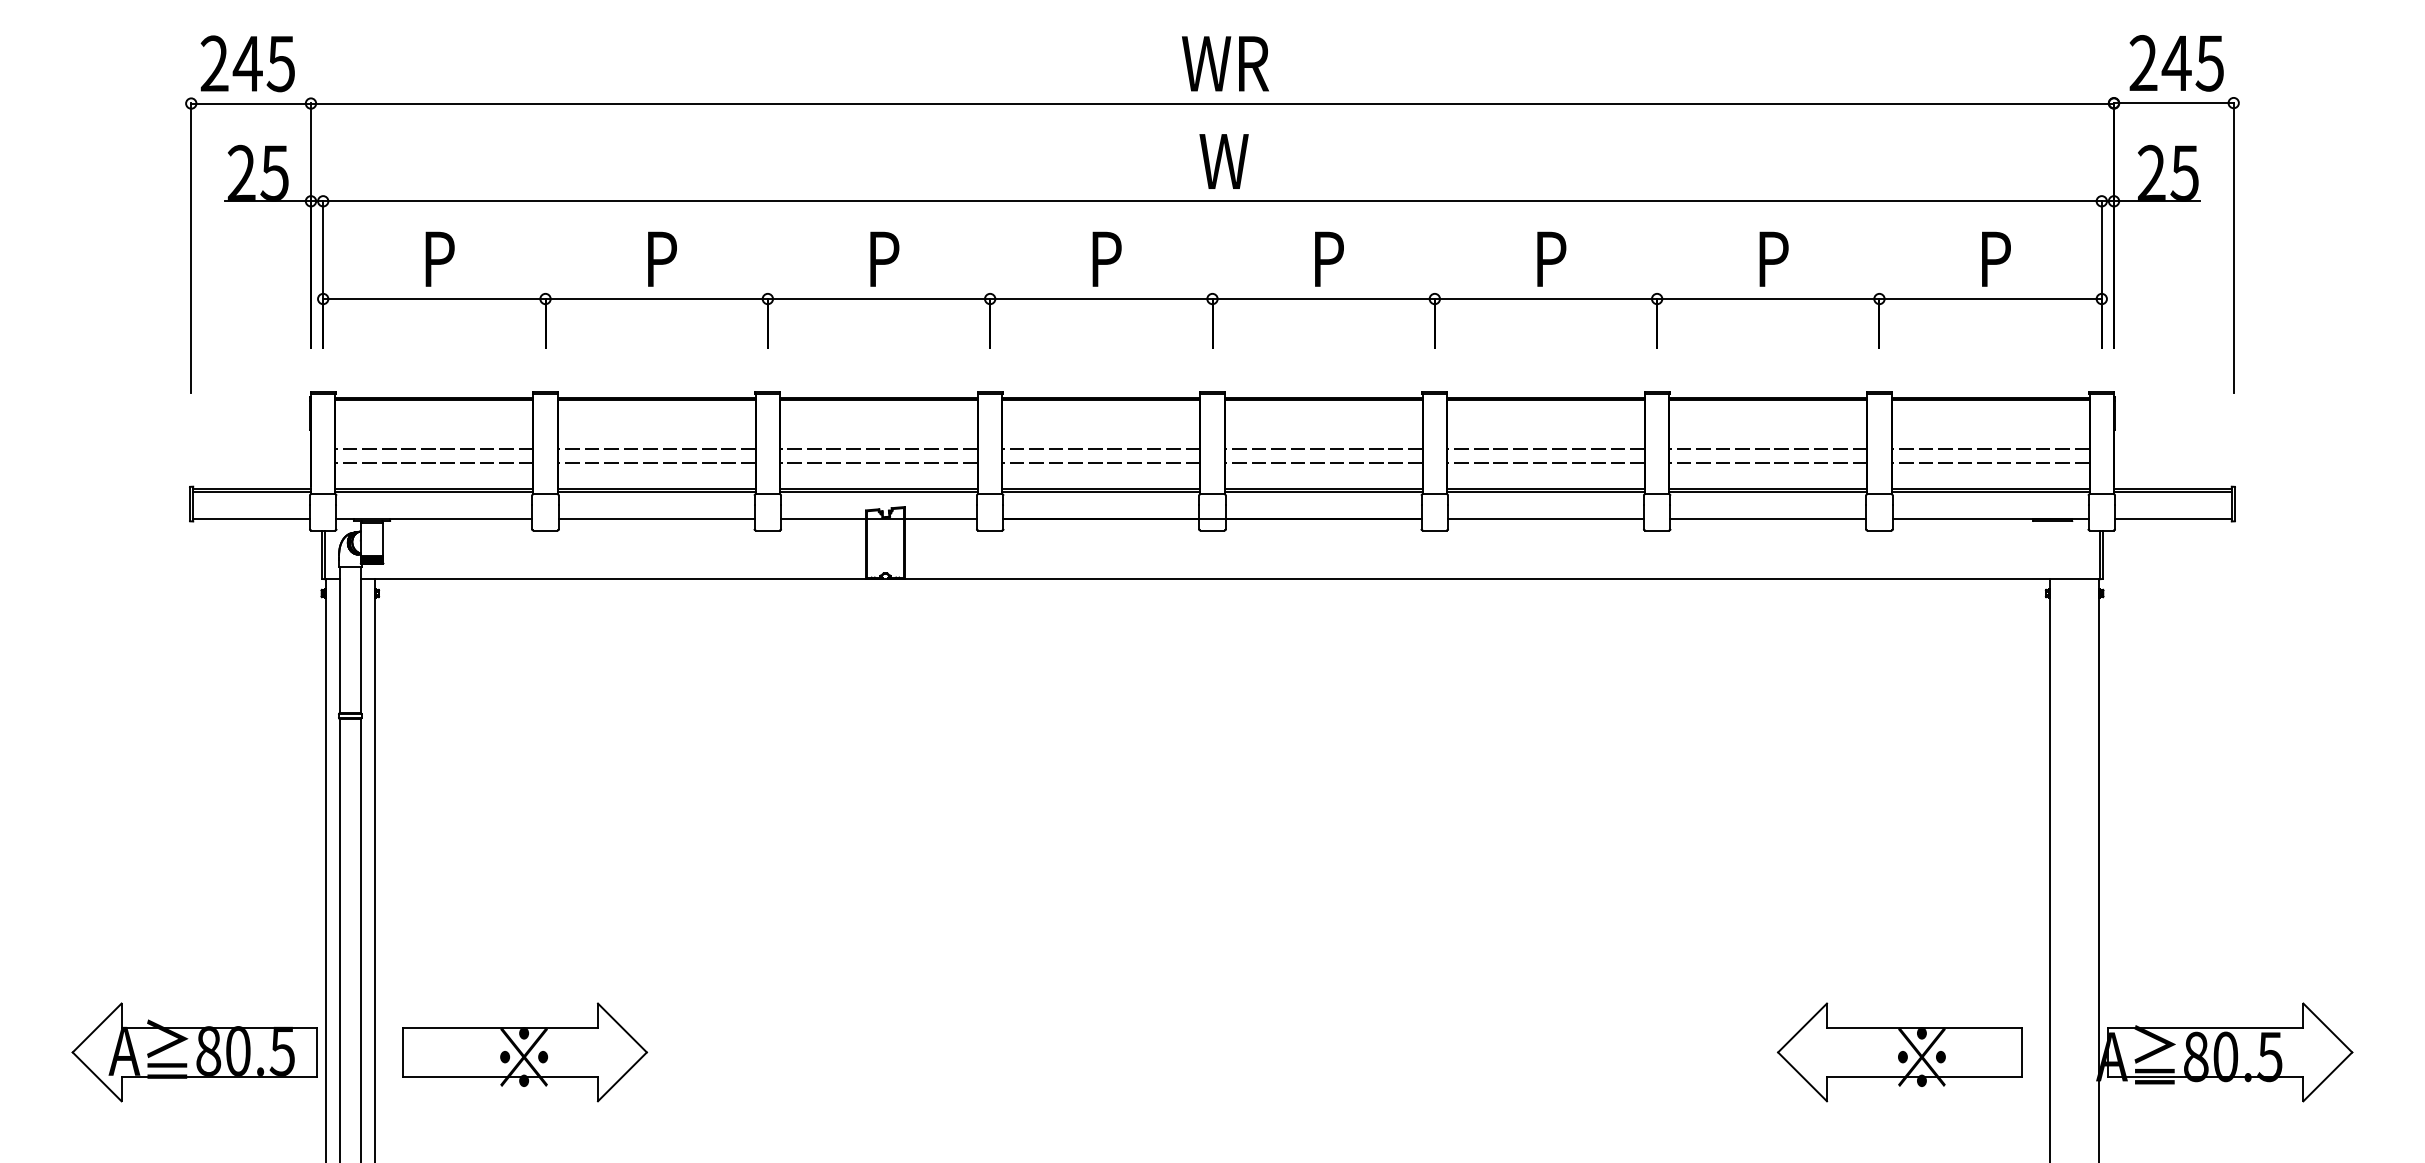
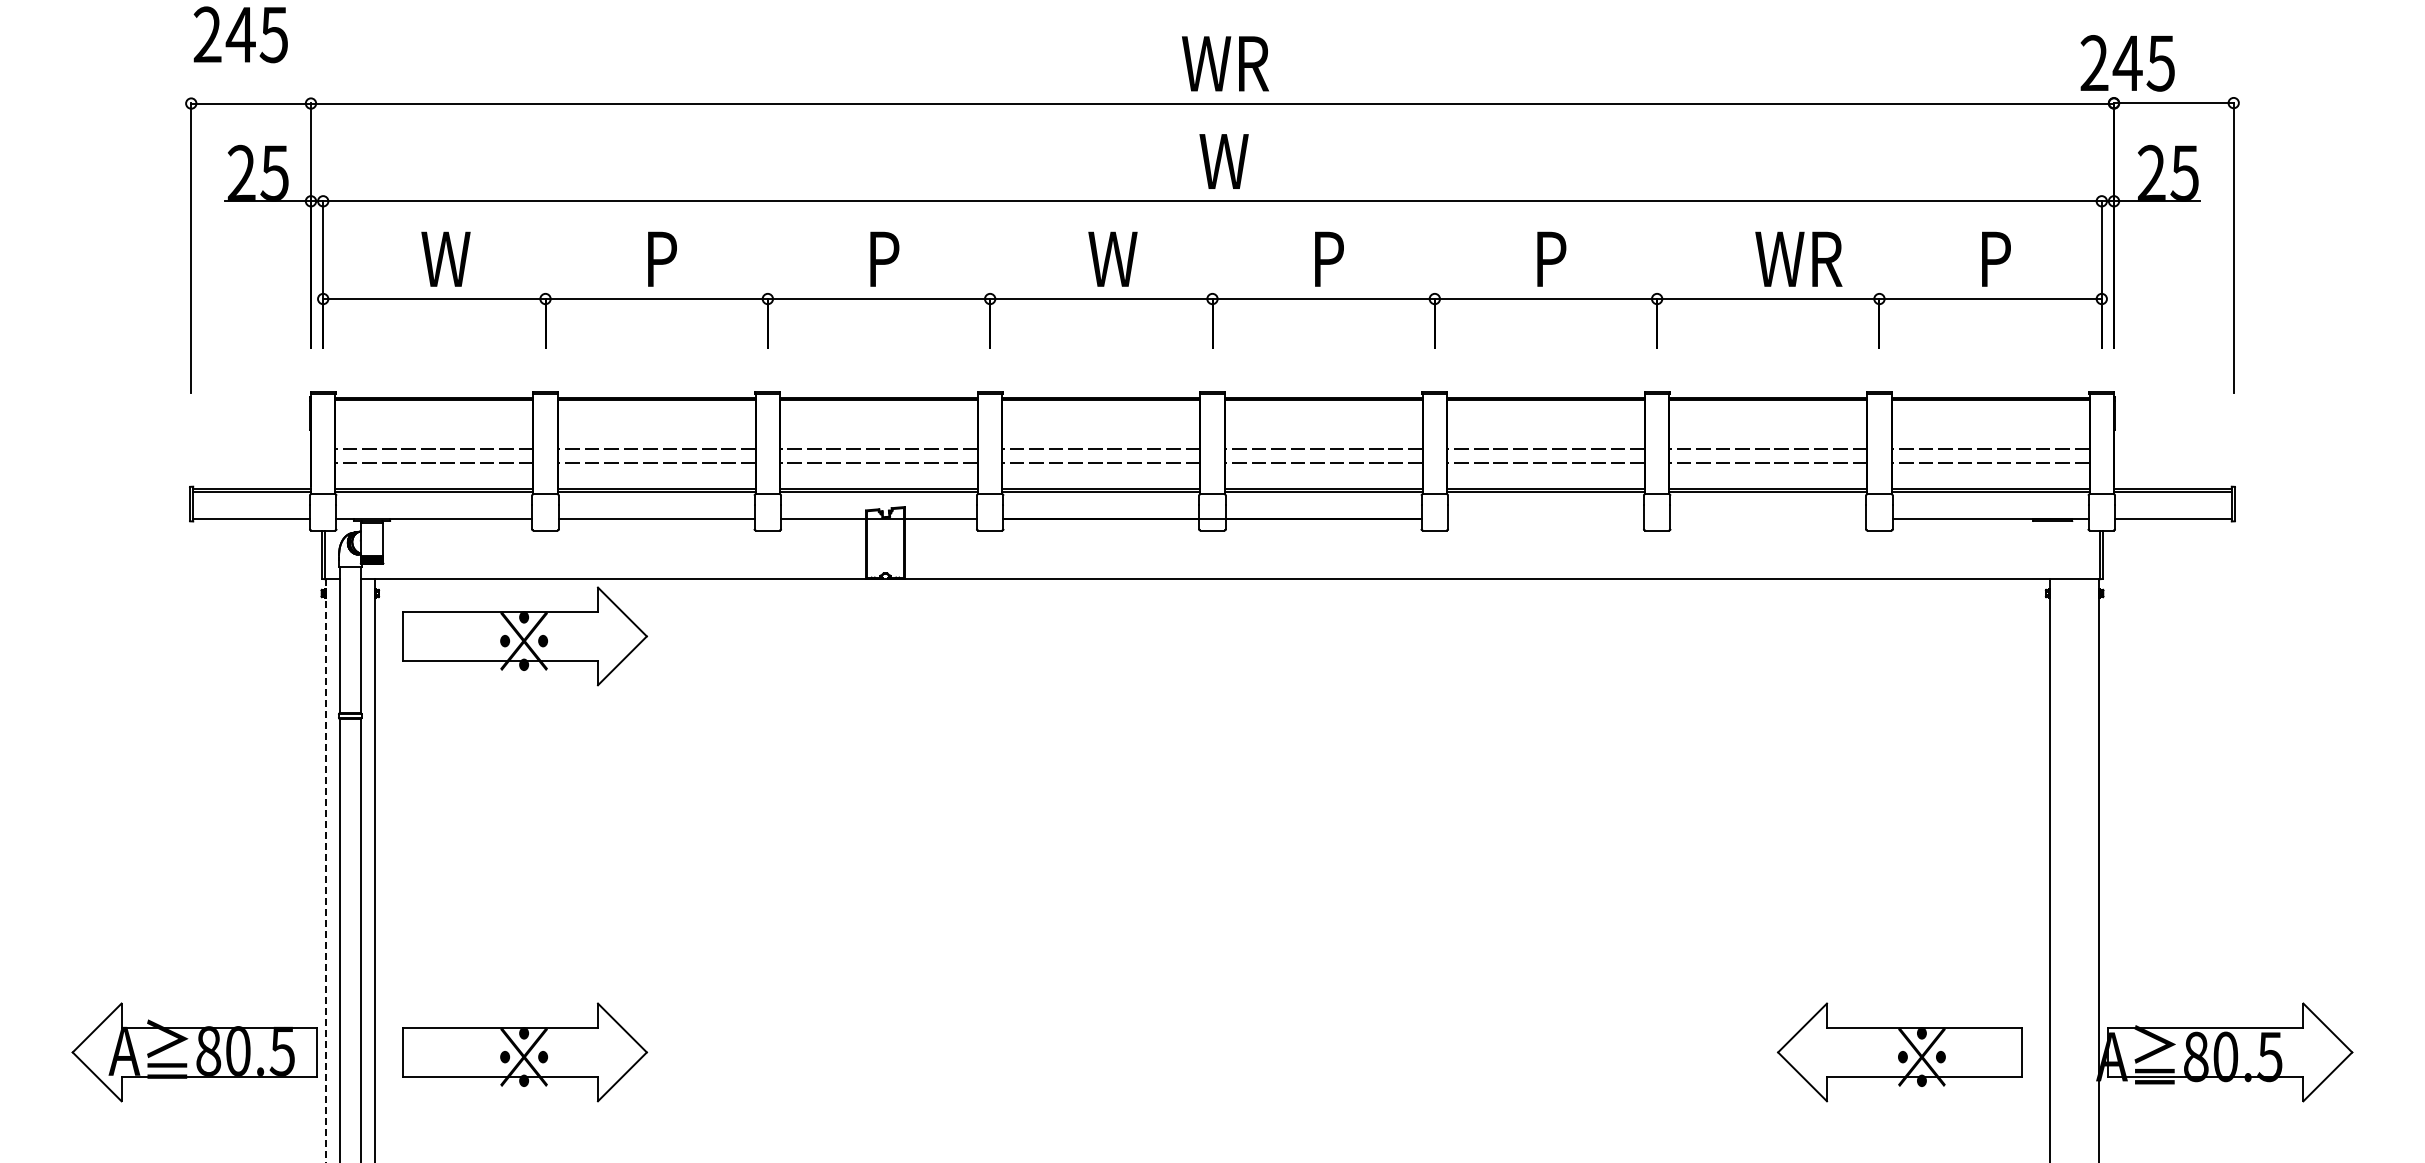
text at (247, 63) position: (247, 63) -> (240, 34)
text at (2176, 63) position: (2176, 63) -> (2127, 63)
text at (445, 258): P -> W
text at (1112, 258): P -> W
text at (1798, 258): P -> WR
line at (1545, 519): present -> none
line at (1768, 519): present -> none
part at (524, 636): none -> present
line at (325, 870): solid -> dashed
